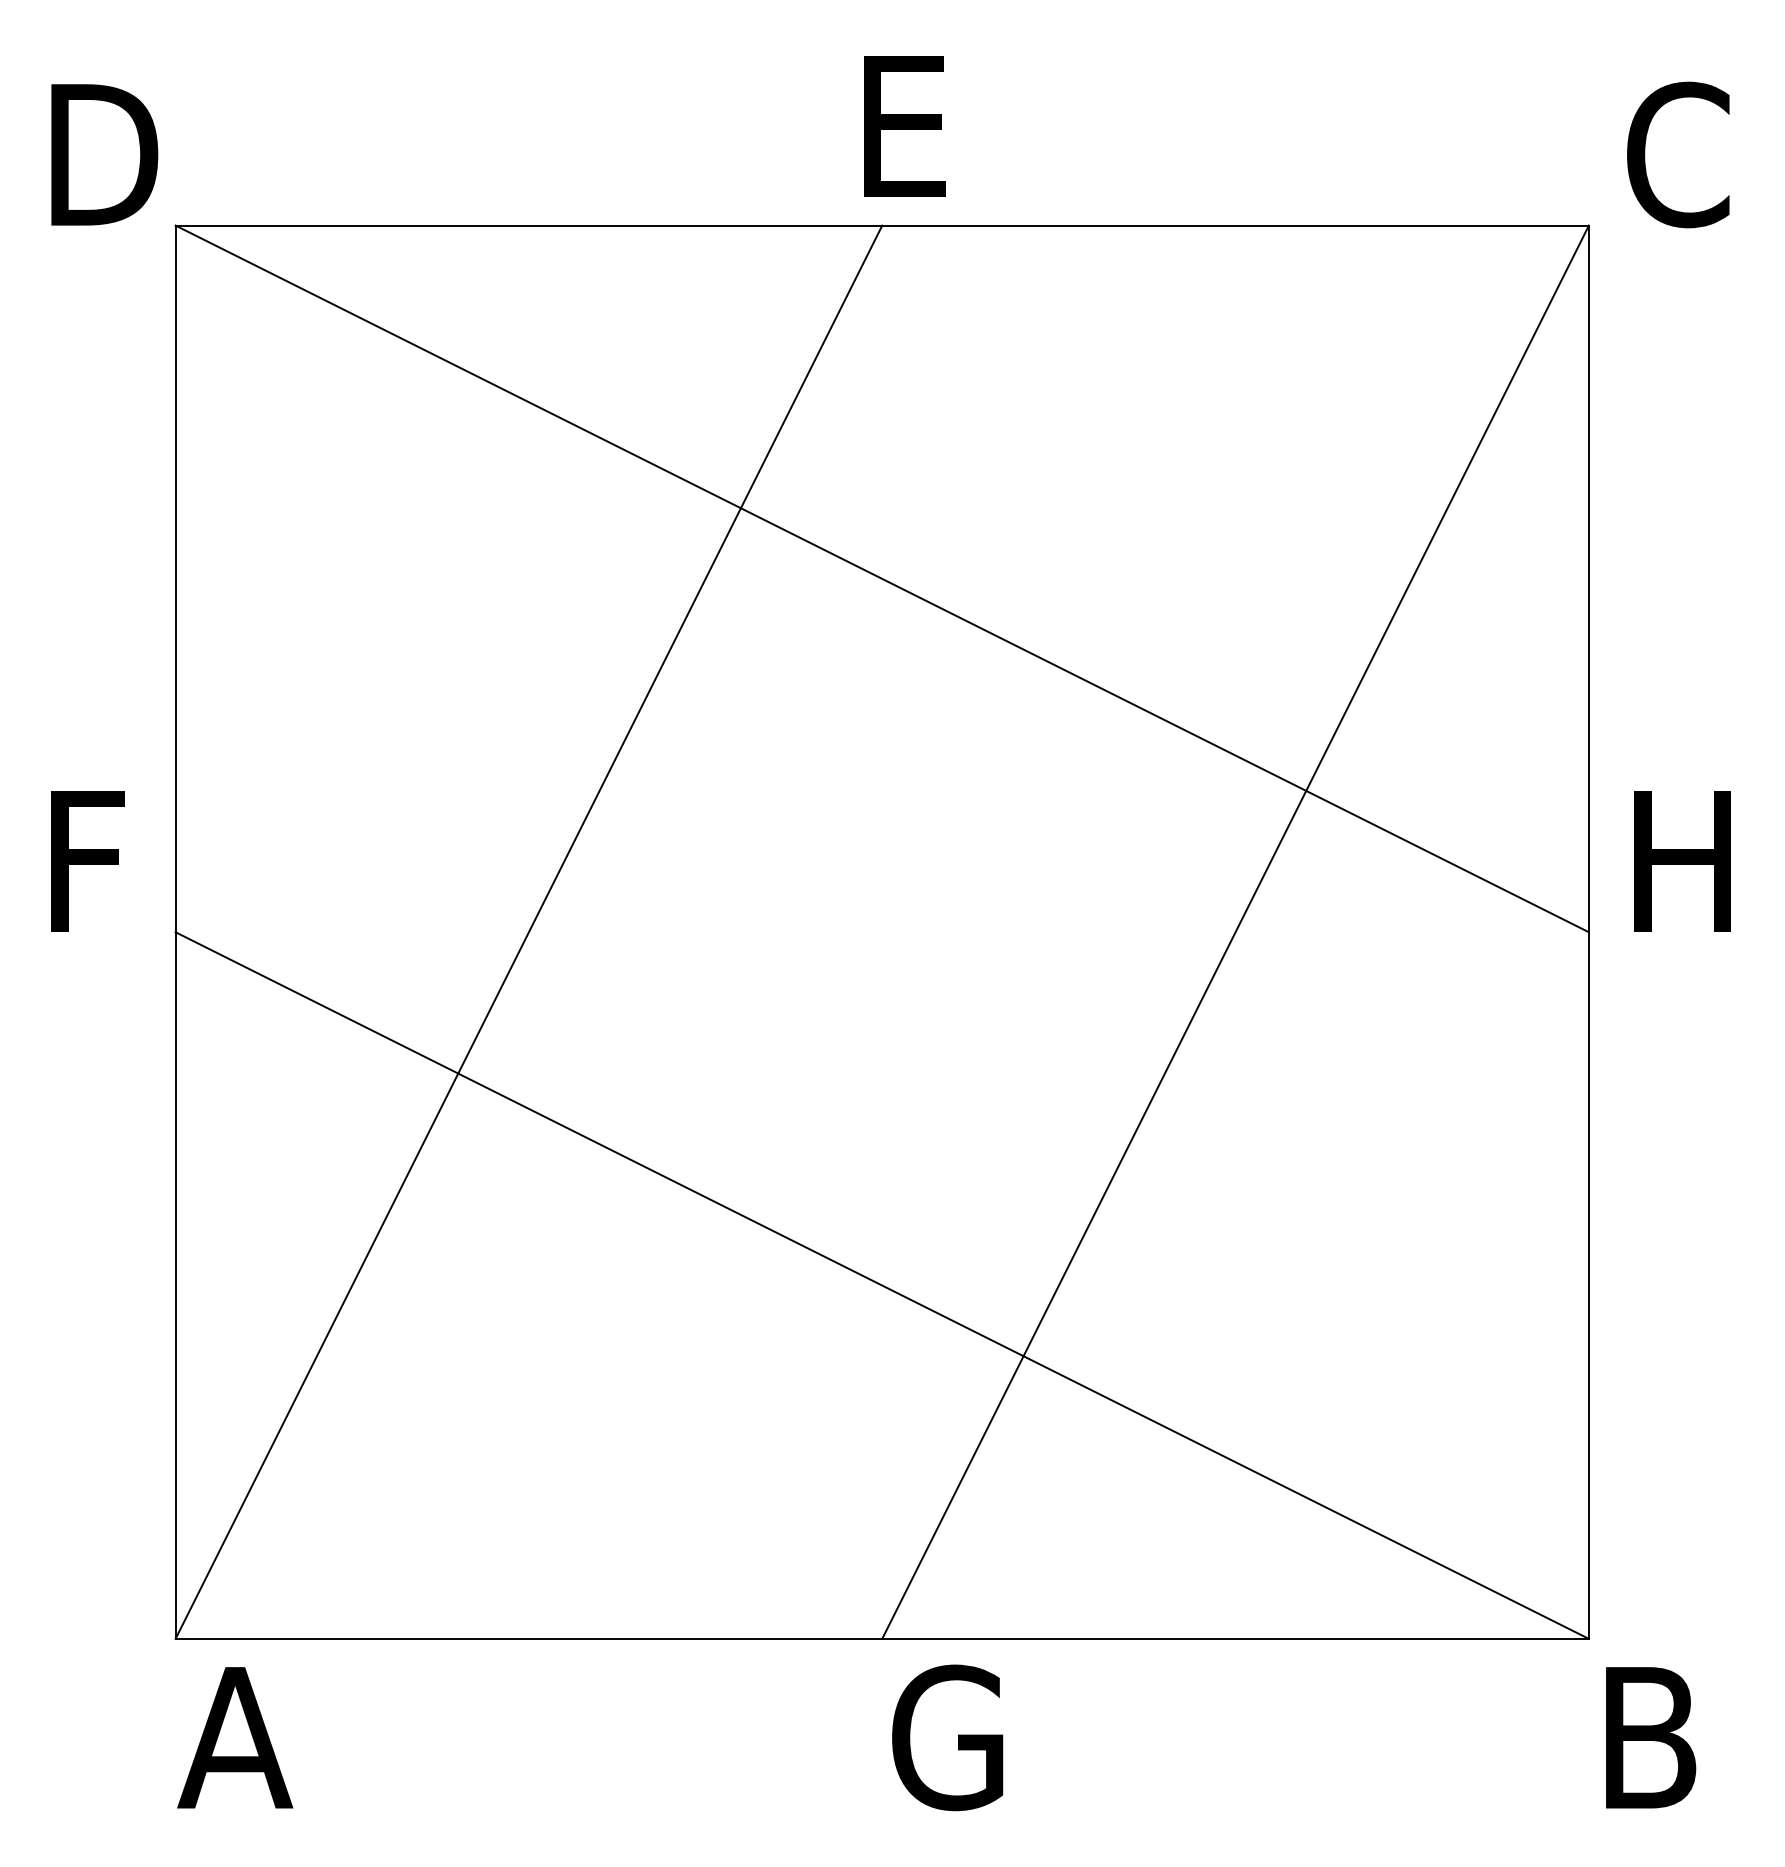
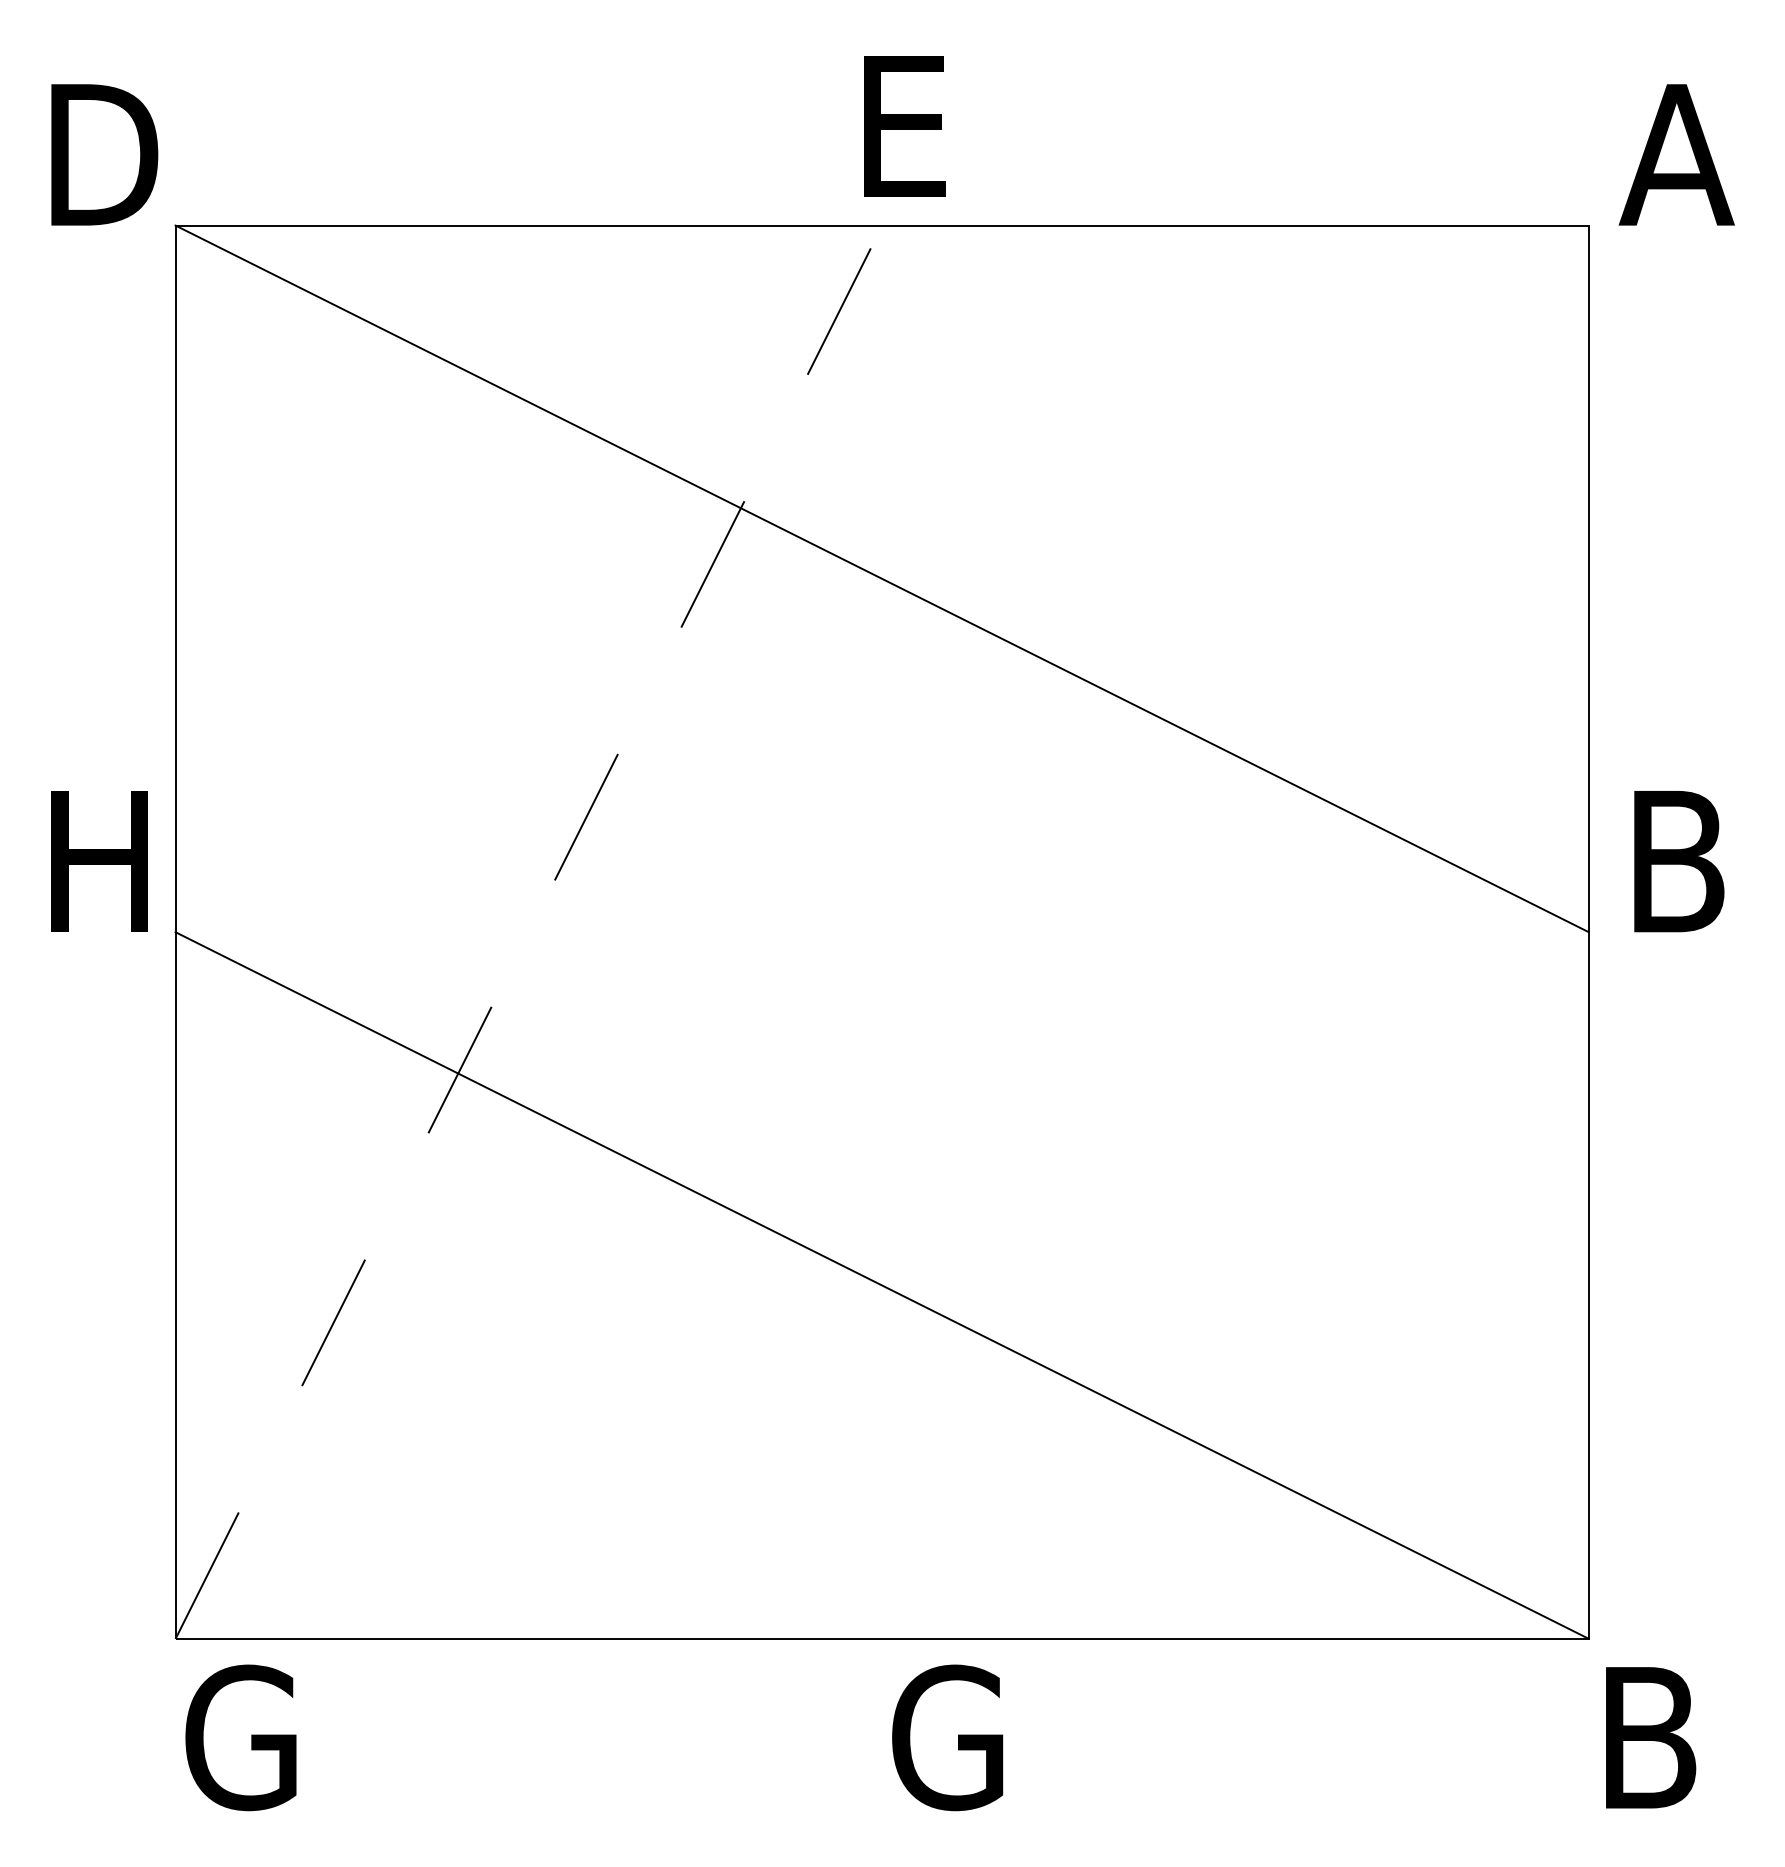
text at (1676, 154): C -> A
text at (108, 861): F -> H
text at (1682, 861): H -> B
line at (529, 931): solid -> dashed
line at (1235, 931): present -> none
text at (236, 1737): A -> G
